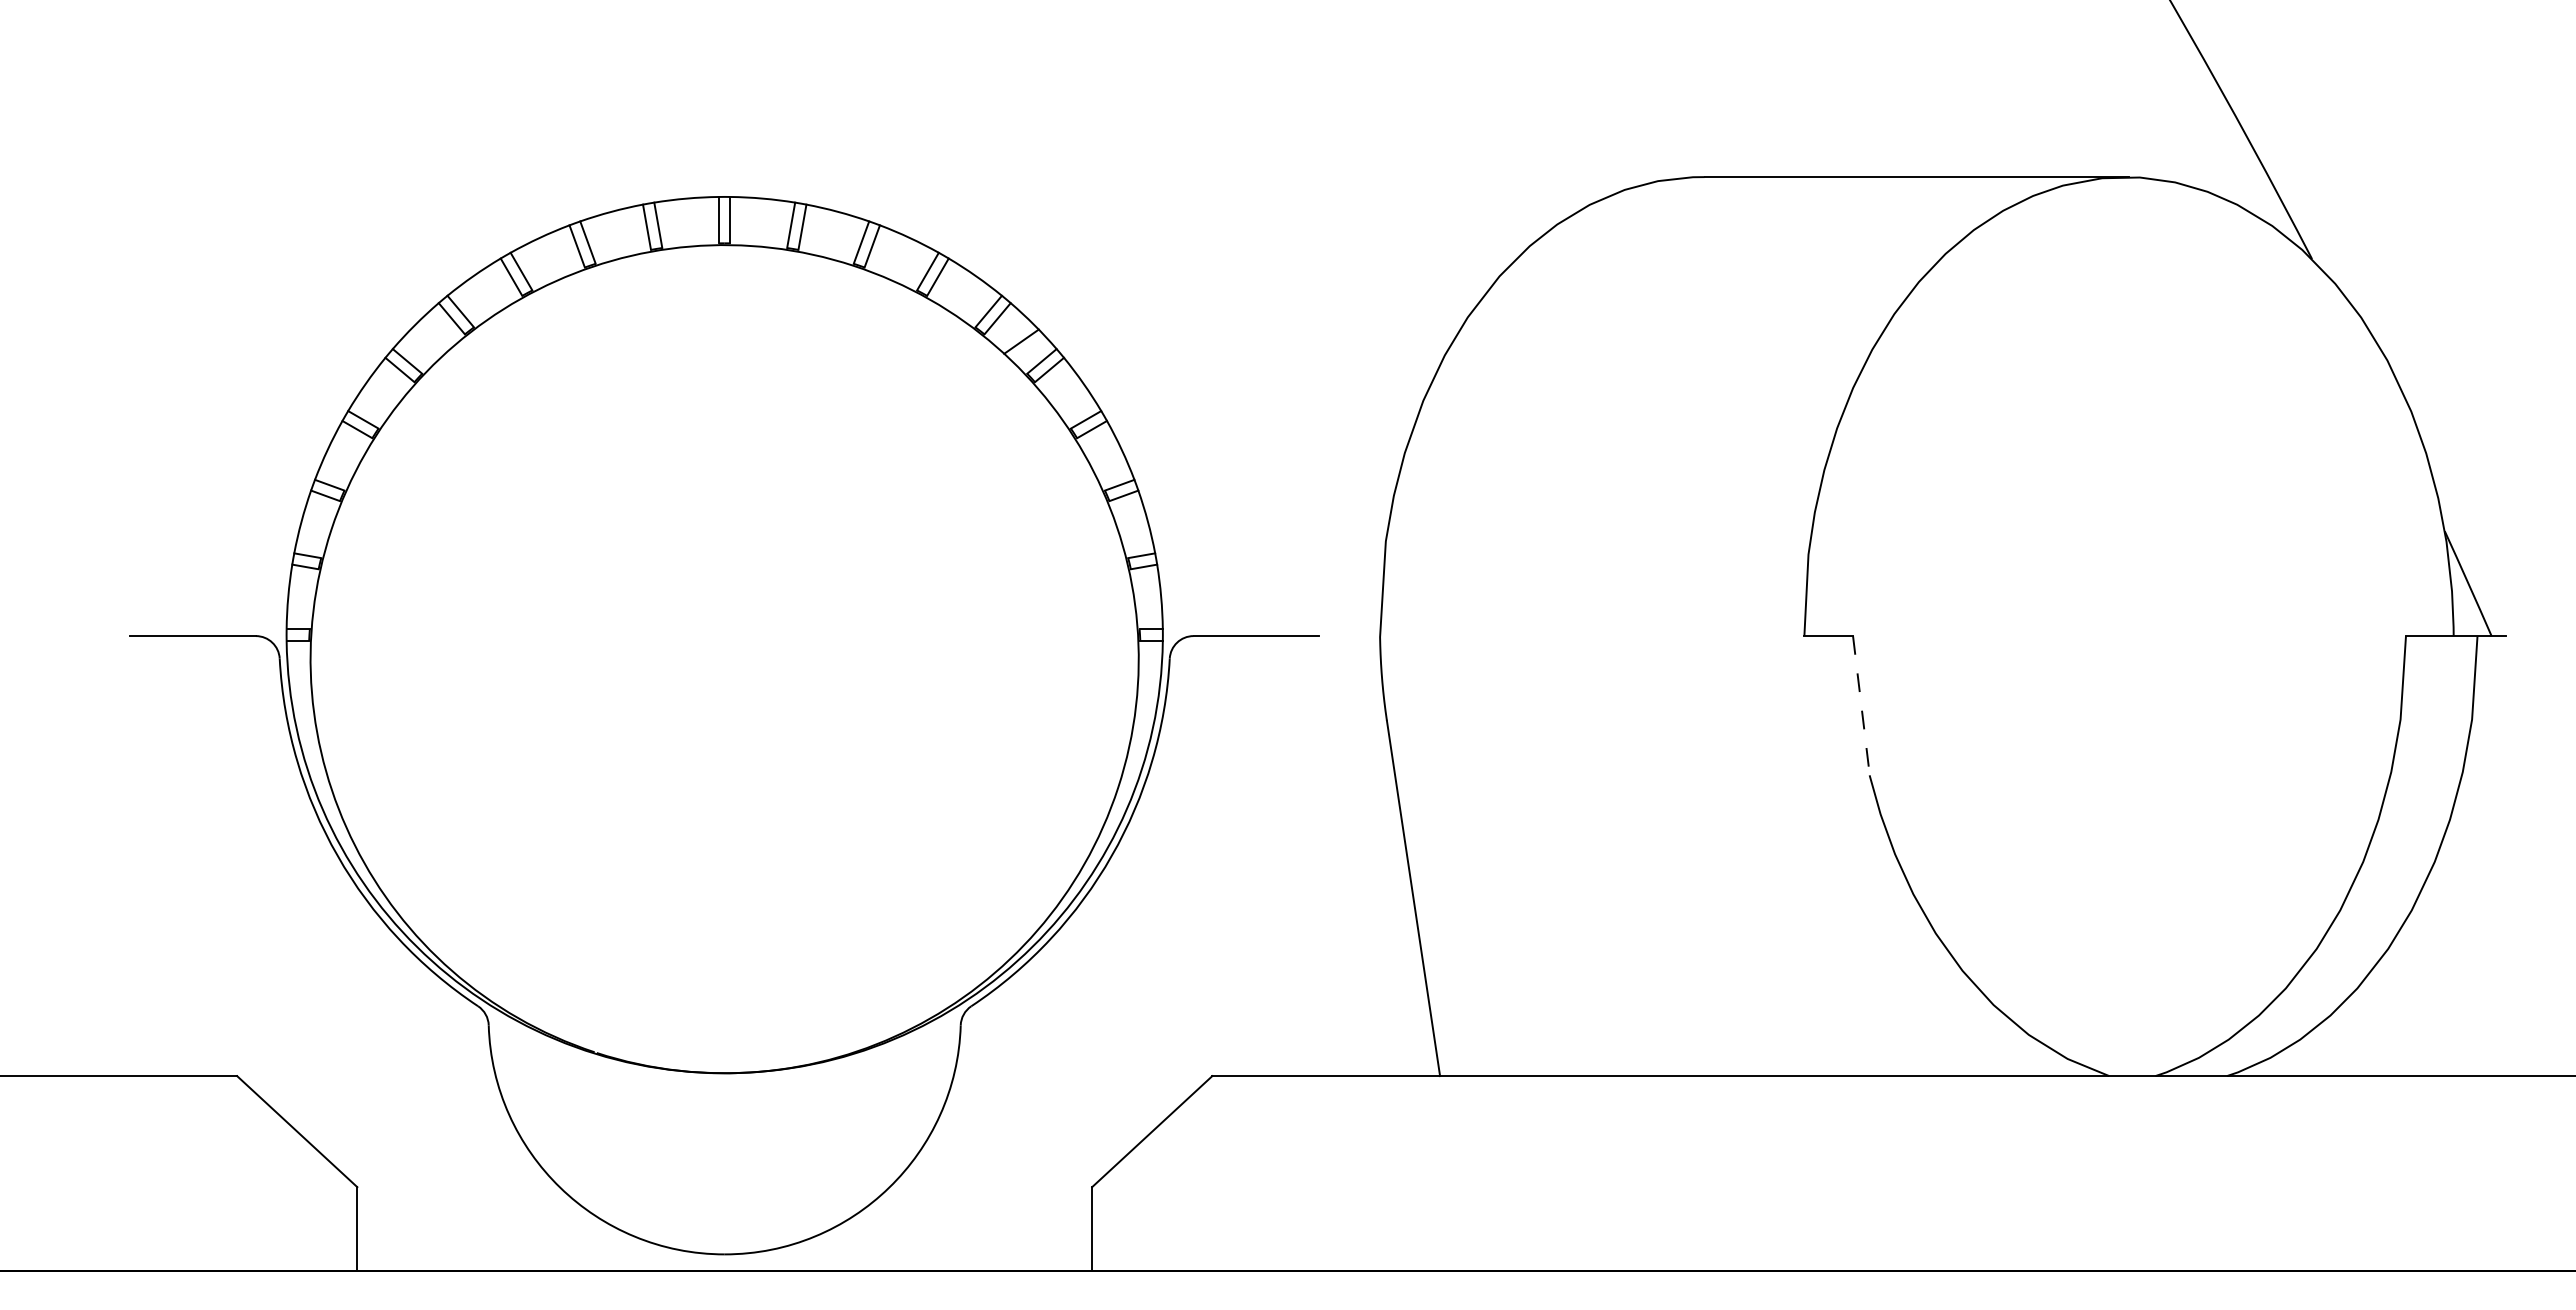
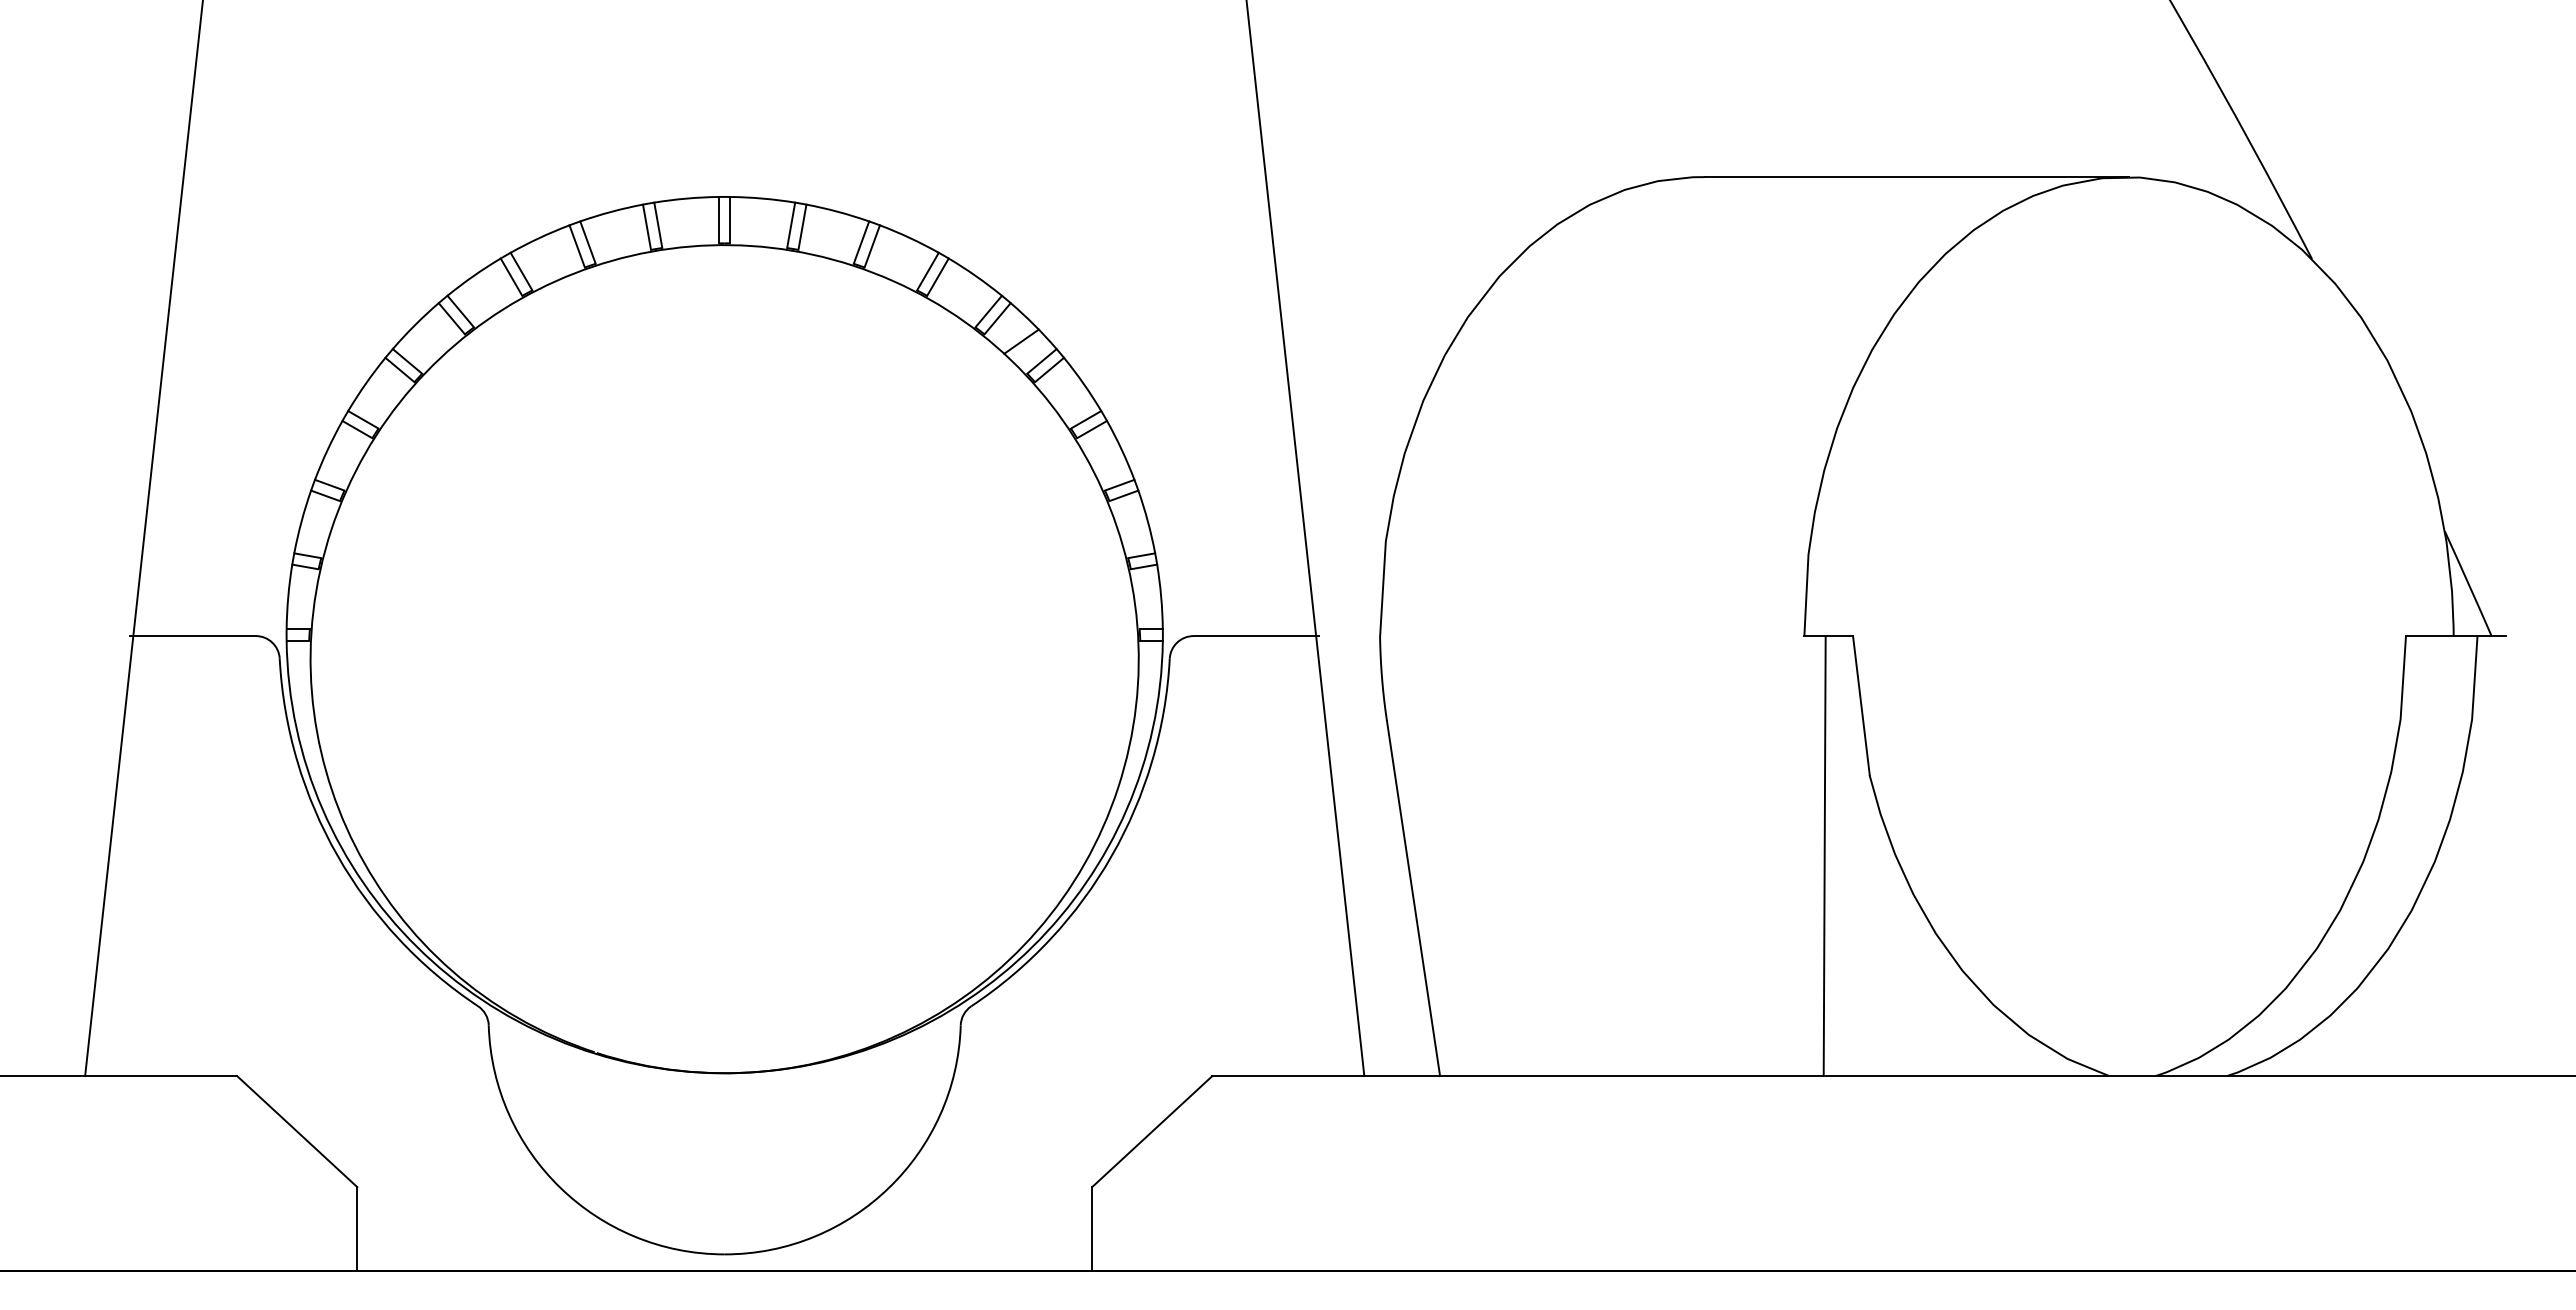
line at (143, 539): none -> present
line at (1305, 539): none -> present
line at (1861, 706): dashed -> solid
line at (1824, 856): none -> present
